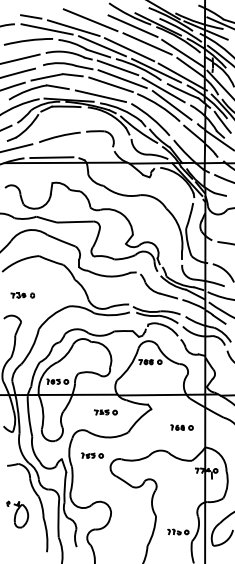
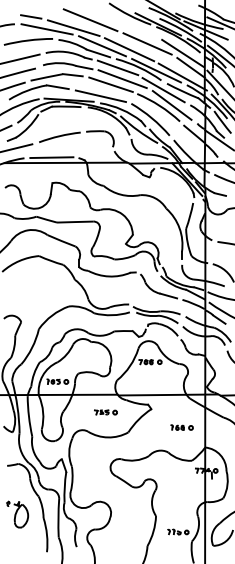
line at (132, 25): present -> none
part at (22, 295): present -> none
part at (92, 455): present -> none
